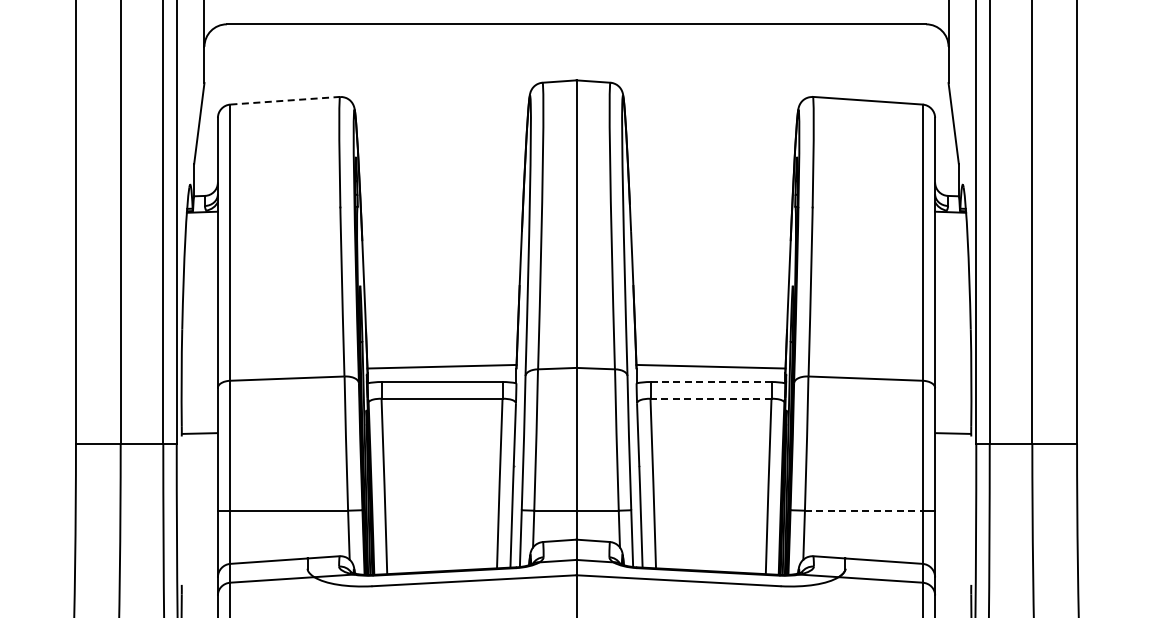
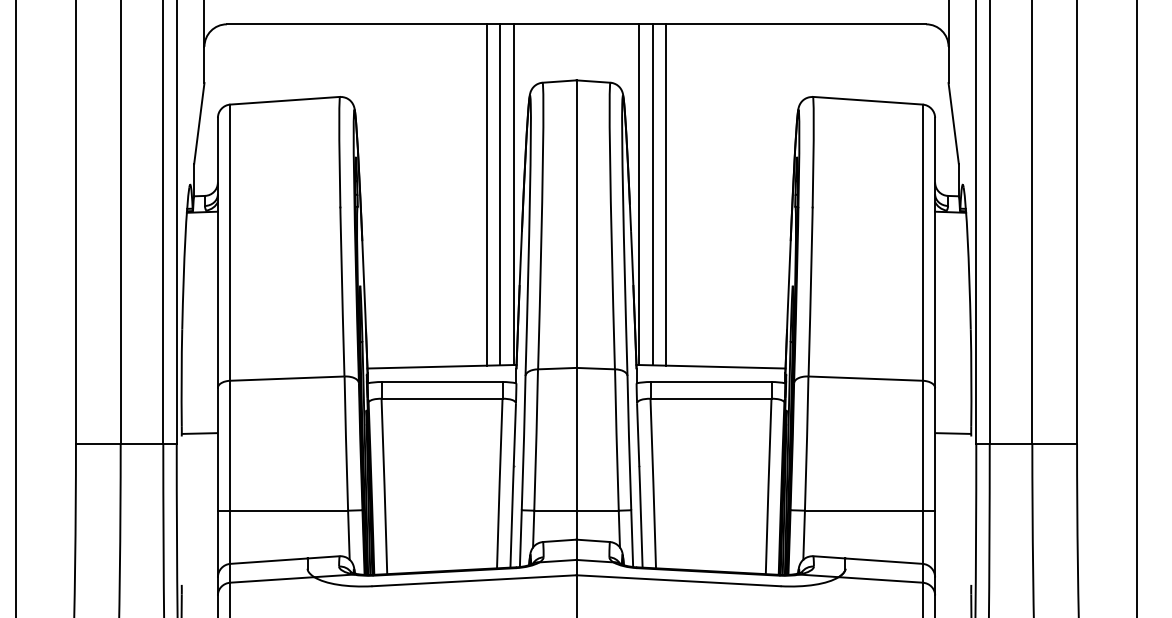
line at (285, 100): dashed -> solid
line at (486, 194): none -> present
line at (500, 194): none -> present
line at (513, 194): none -> present
line at (639, 194): none -> present
line at (652, 194): none -> present
line at (666, 194): none -> present
line at (16, 308): none -> present
line at (1136, 308): none -> present
line at (711, 382): dashed -> solid
line at (710, 398): dashed -> solid
line at (863, 510): dashed -> solid
